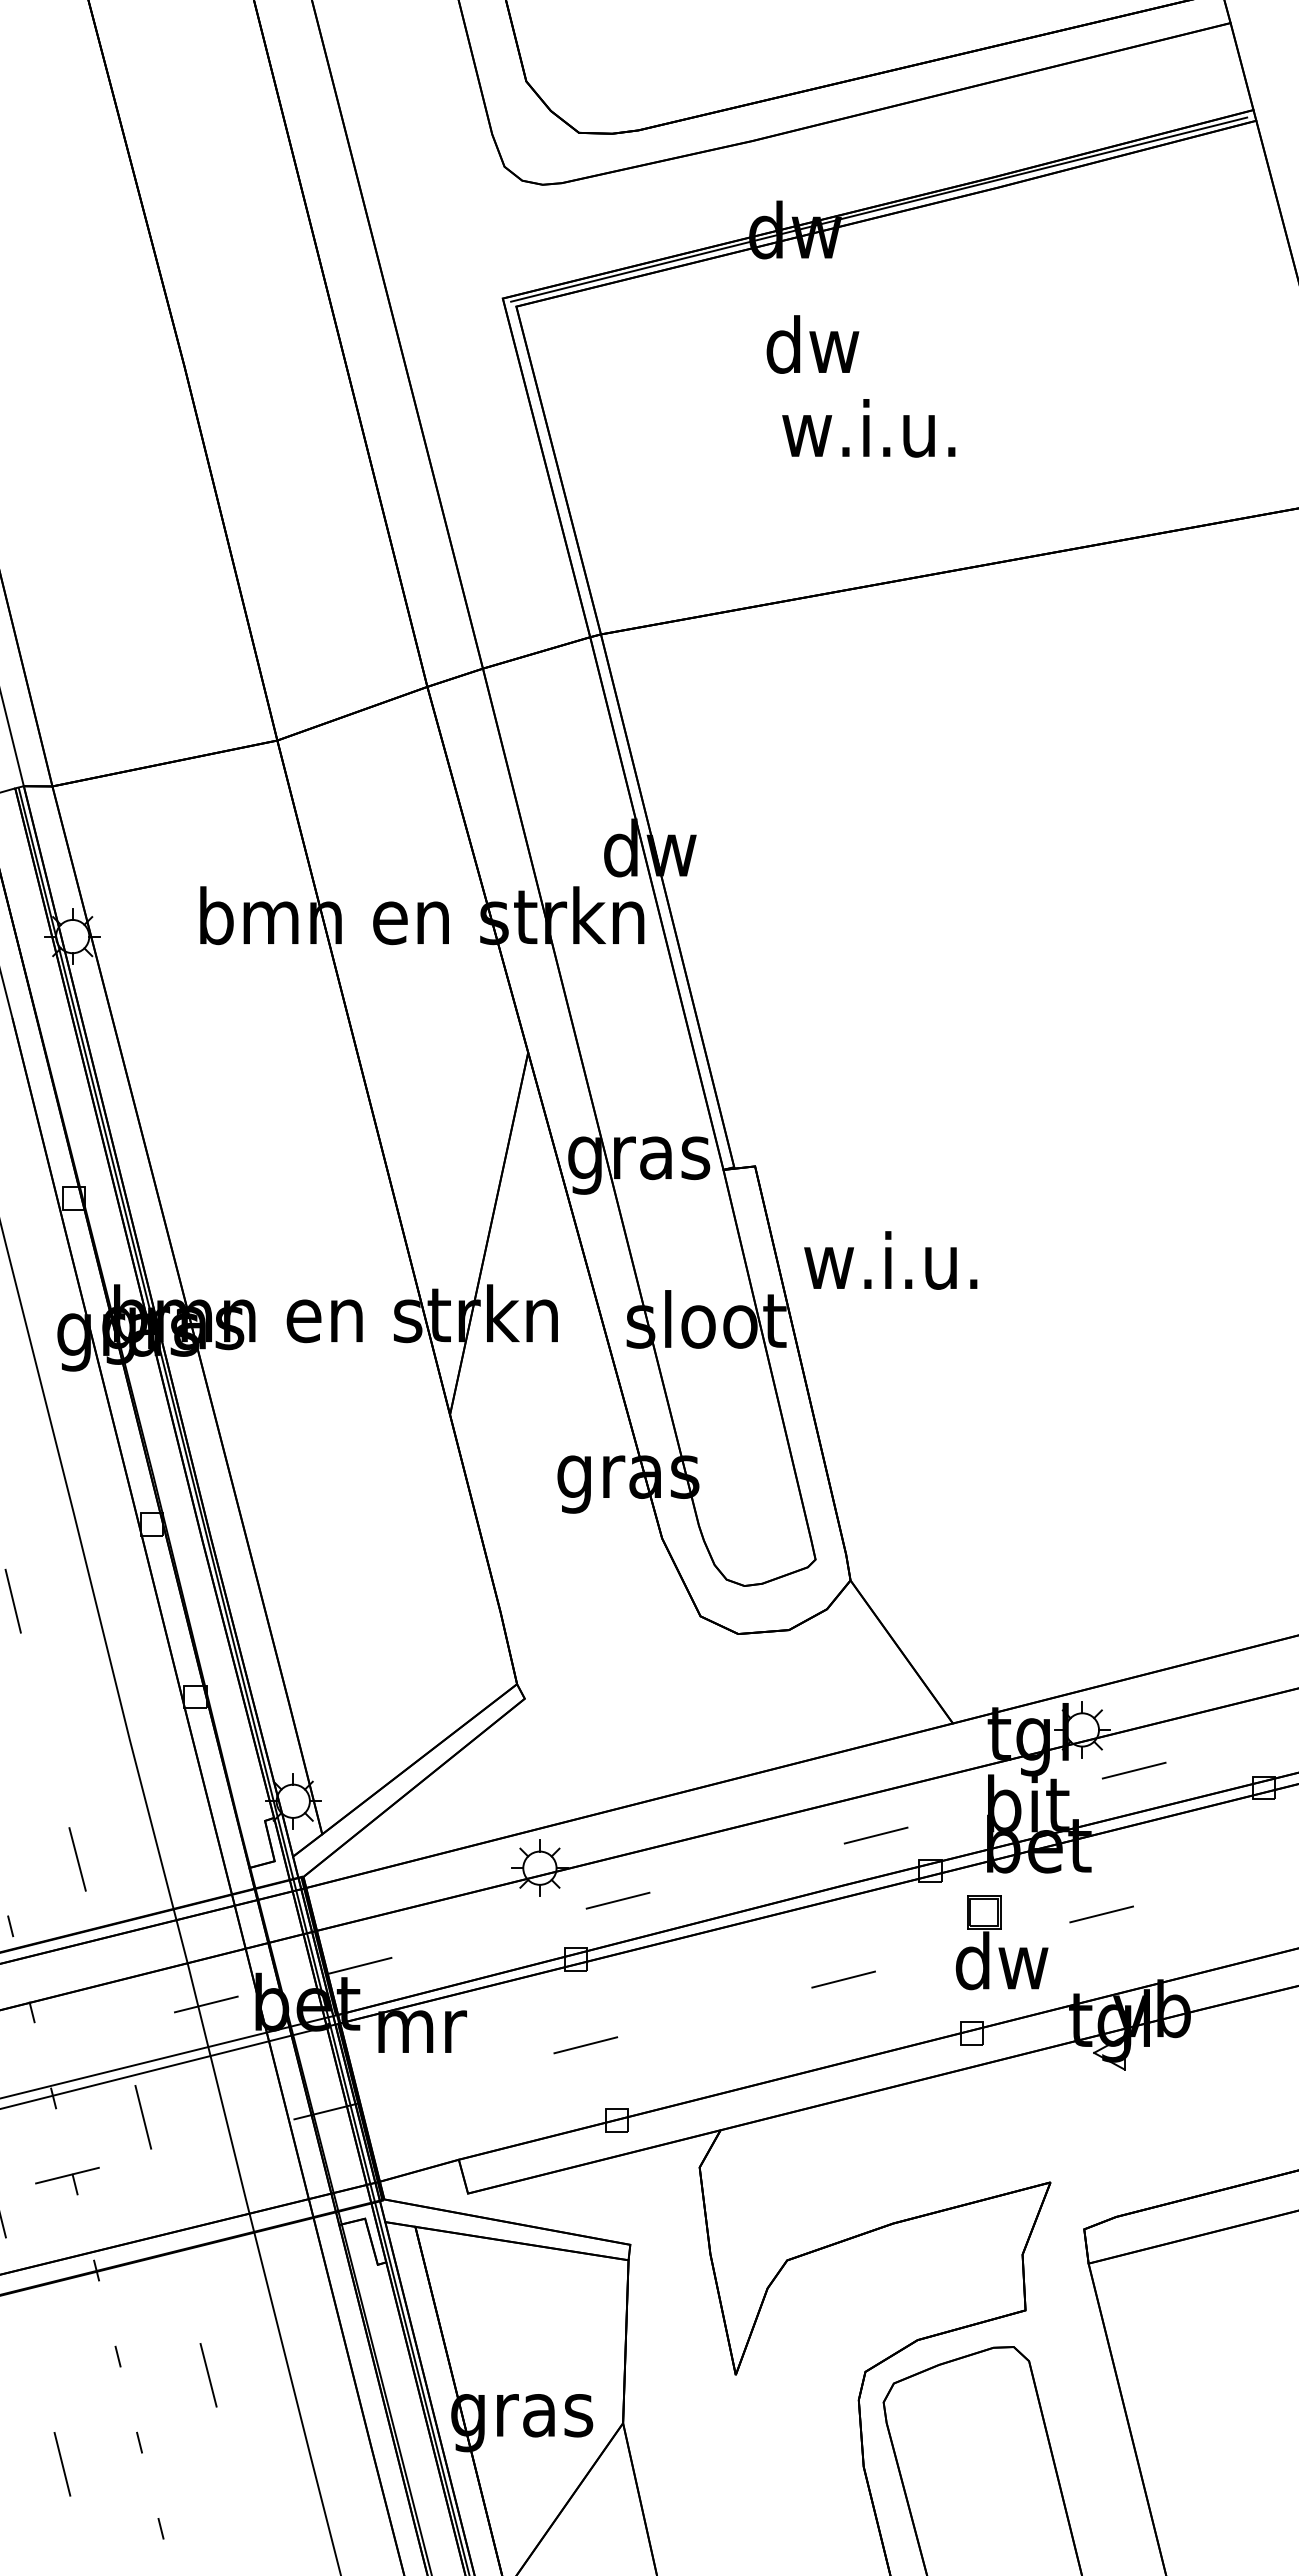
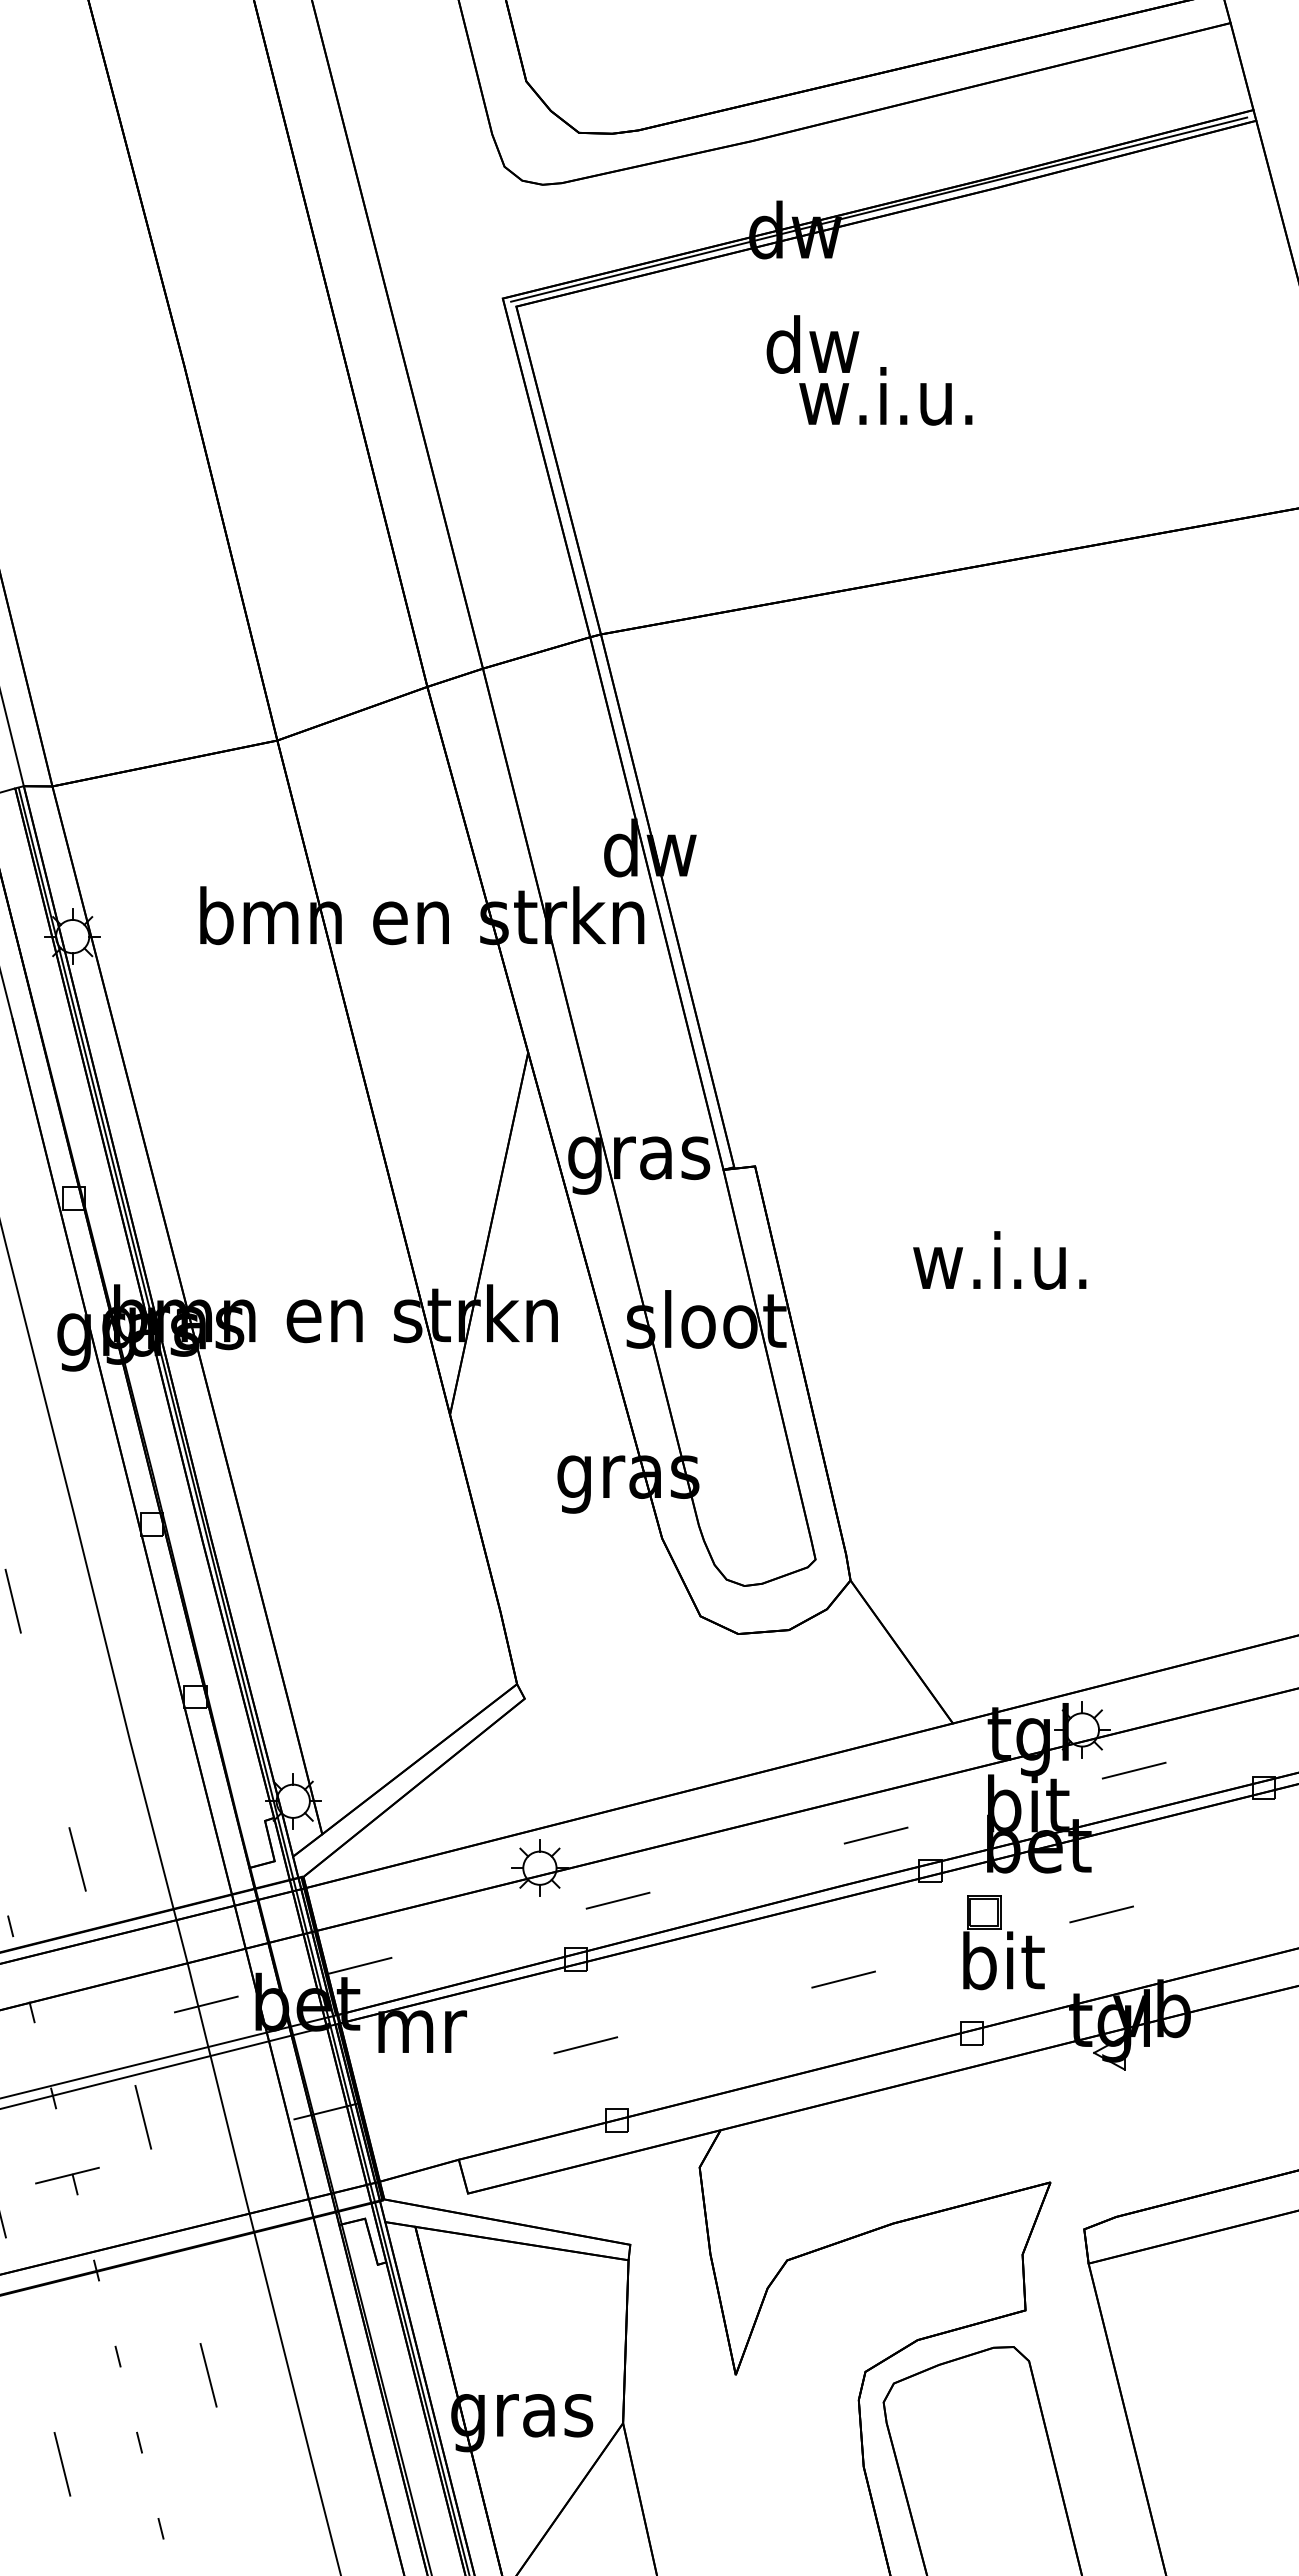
text at (868, 428) position: (868, 428) -> (885, 396)
text at (890, 1260) position: (890, 1260) -> (999, 1260)
text at (1001, 1960): dw -> bit
